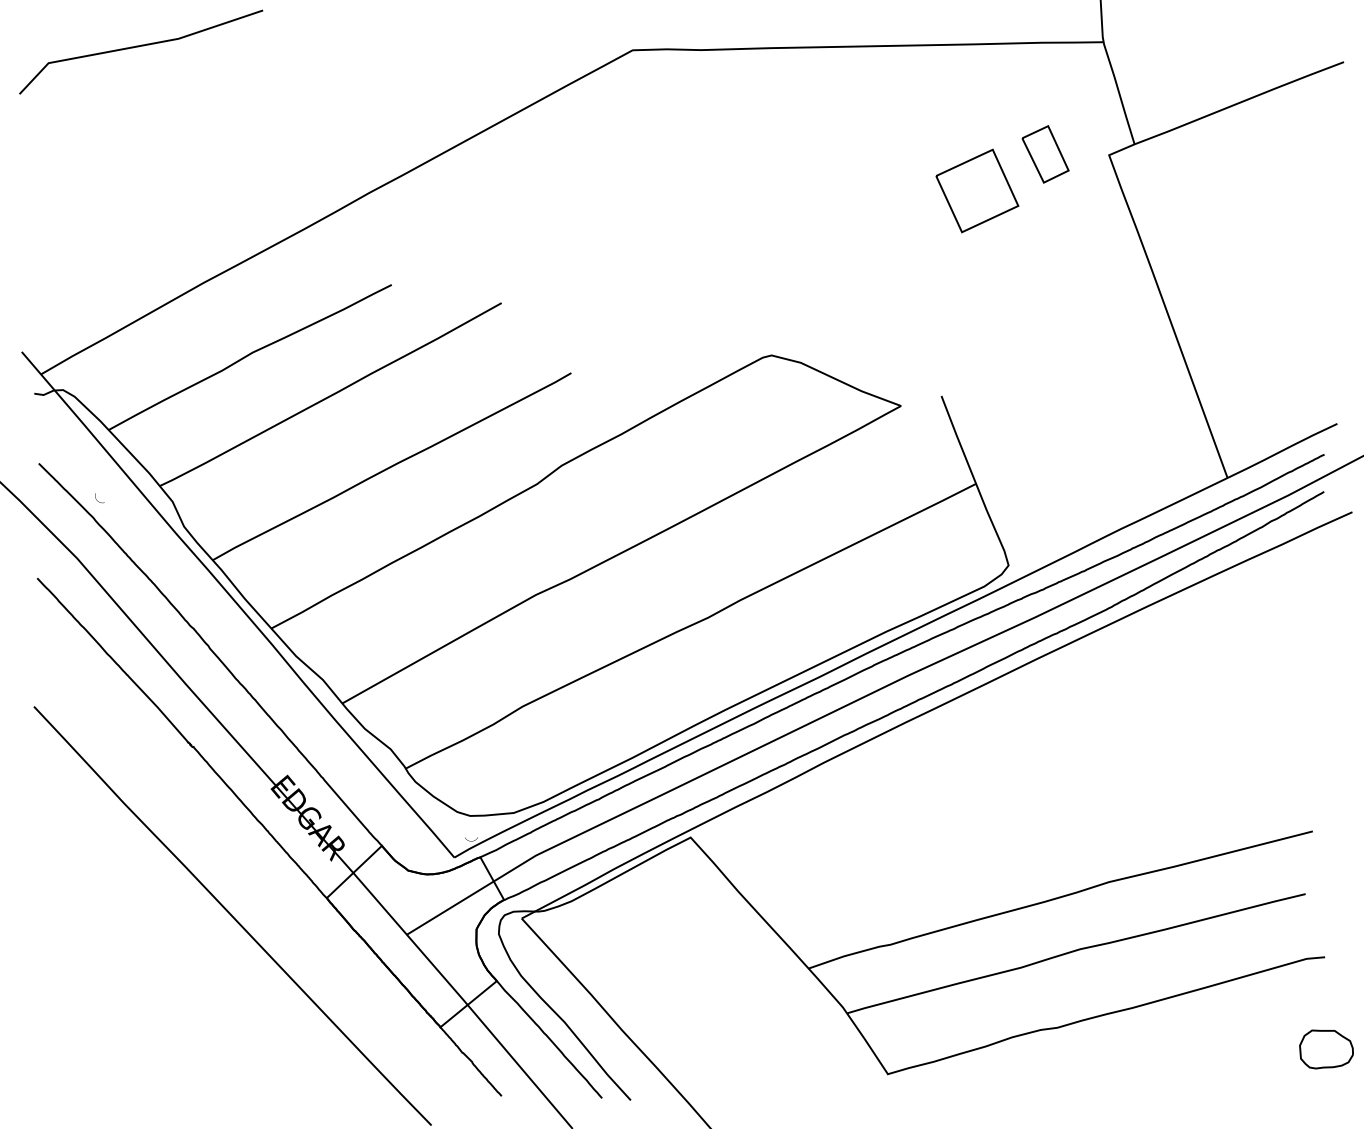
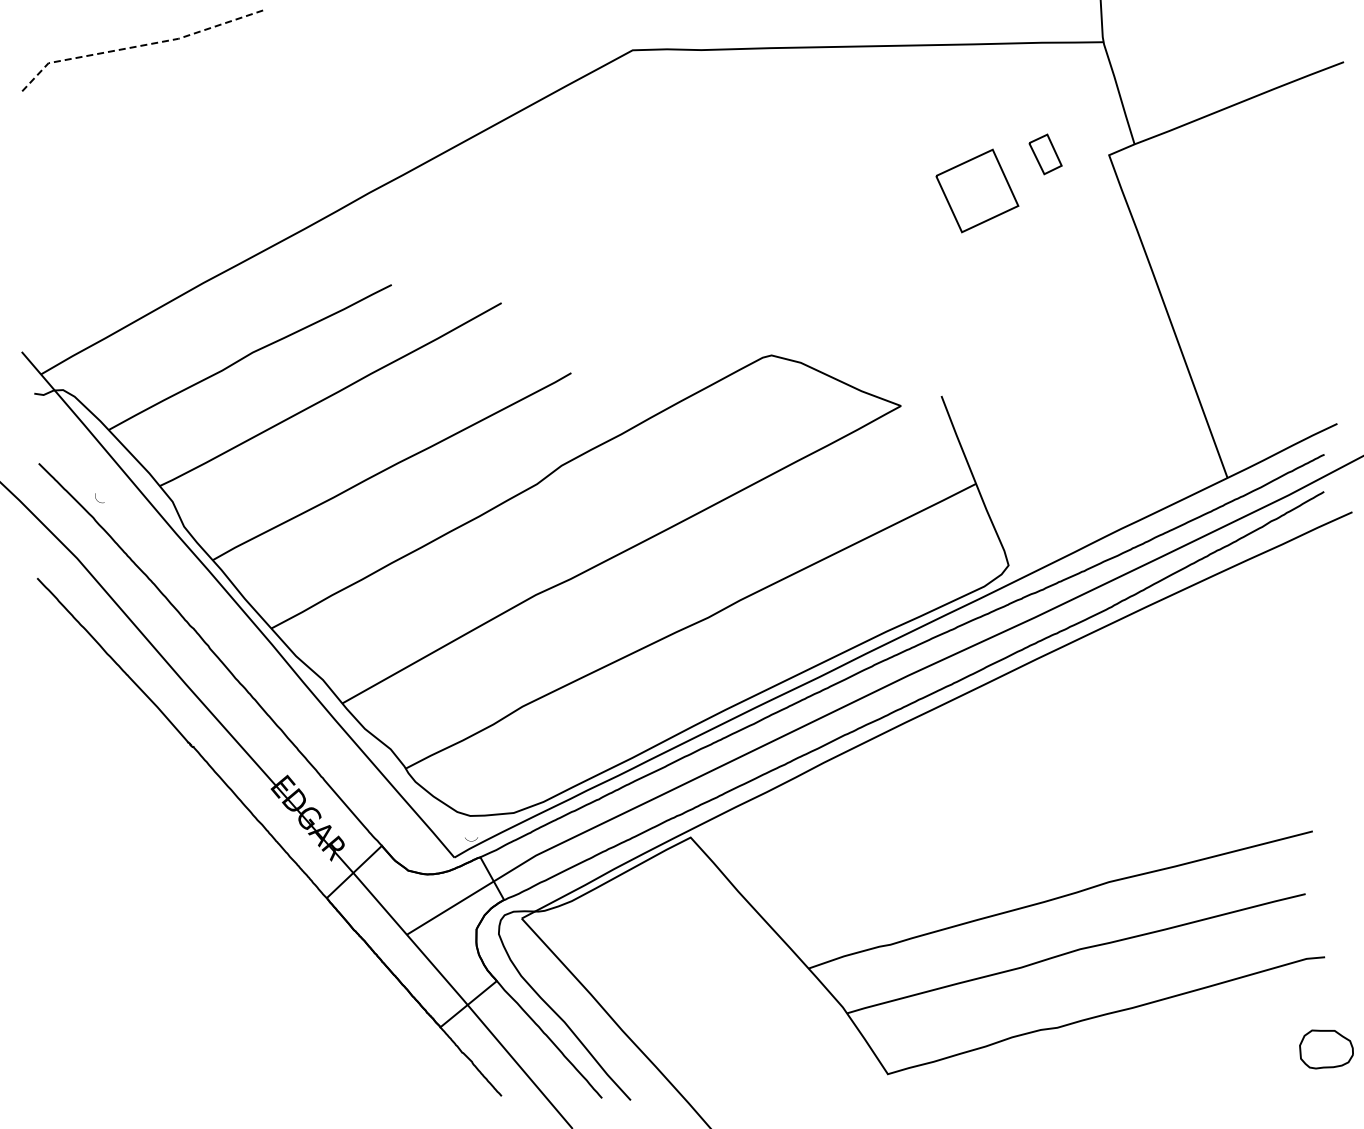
line at (136, 46): solid -> dashed
part at (1045, 154) size: 49x59 px -> 35x43 px
curve at (232, 915): present -> none
